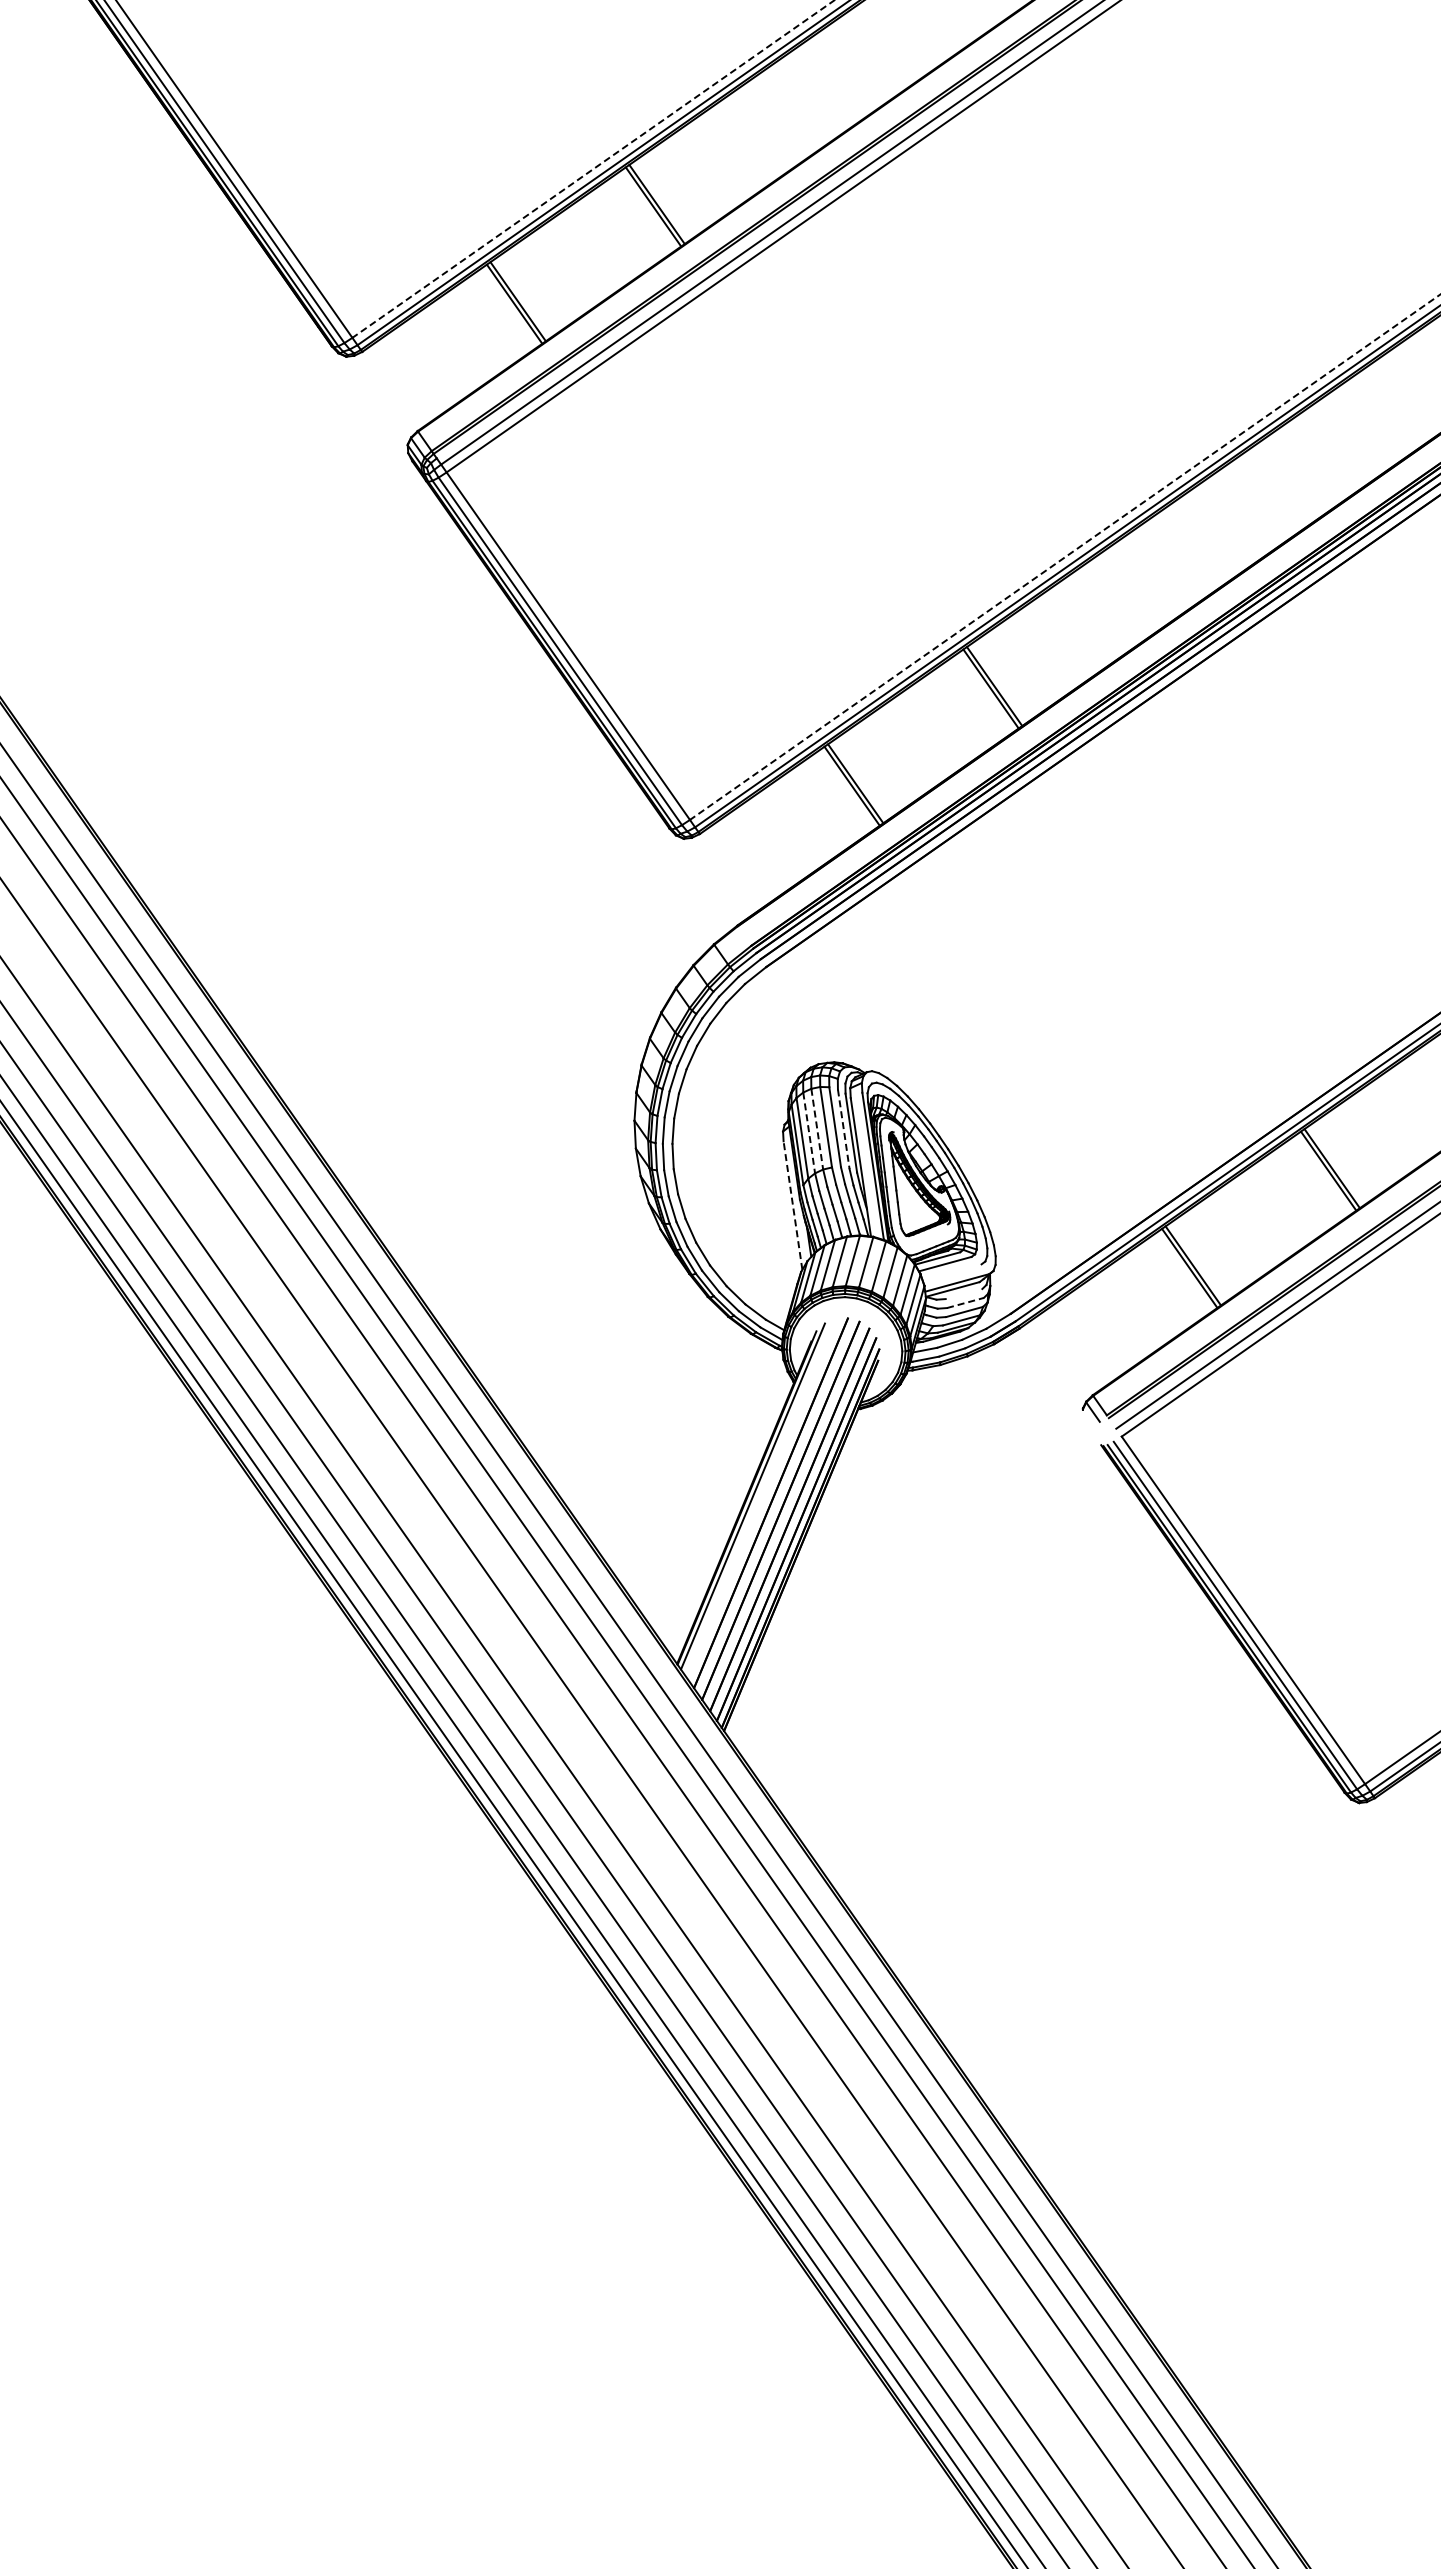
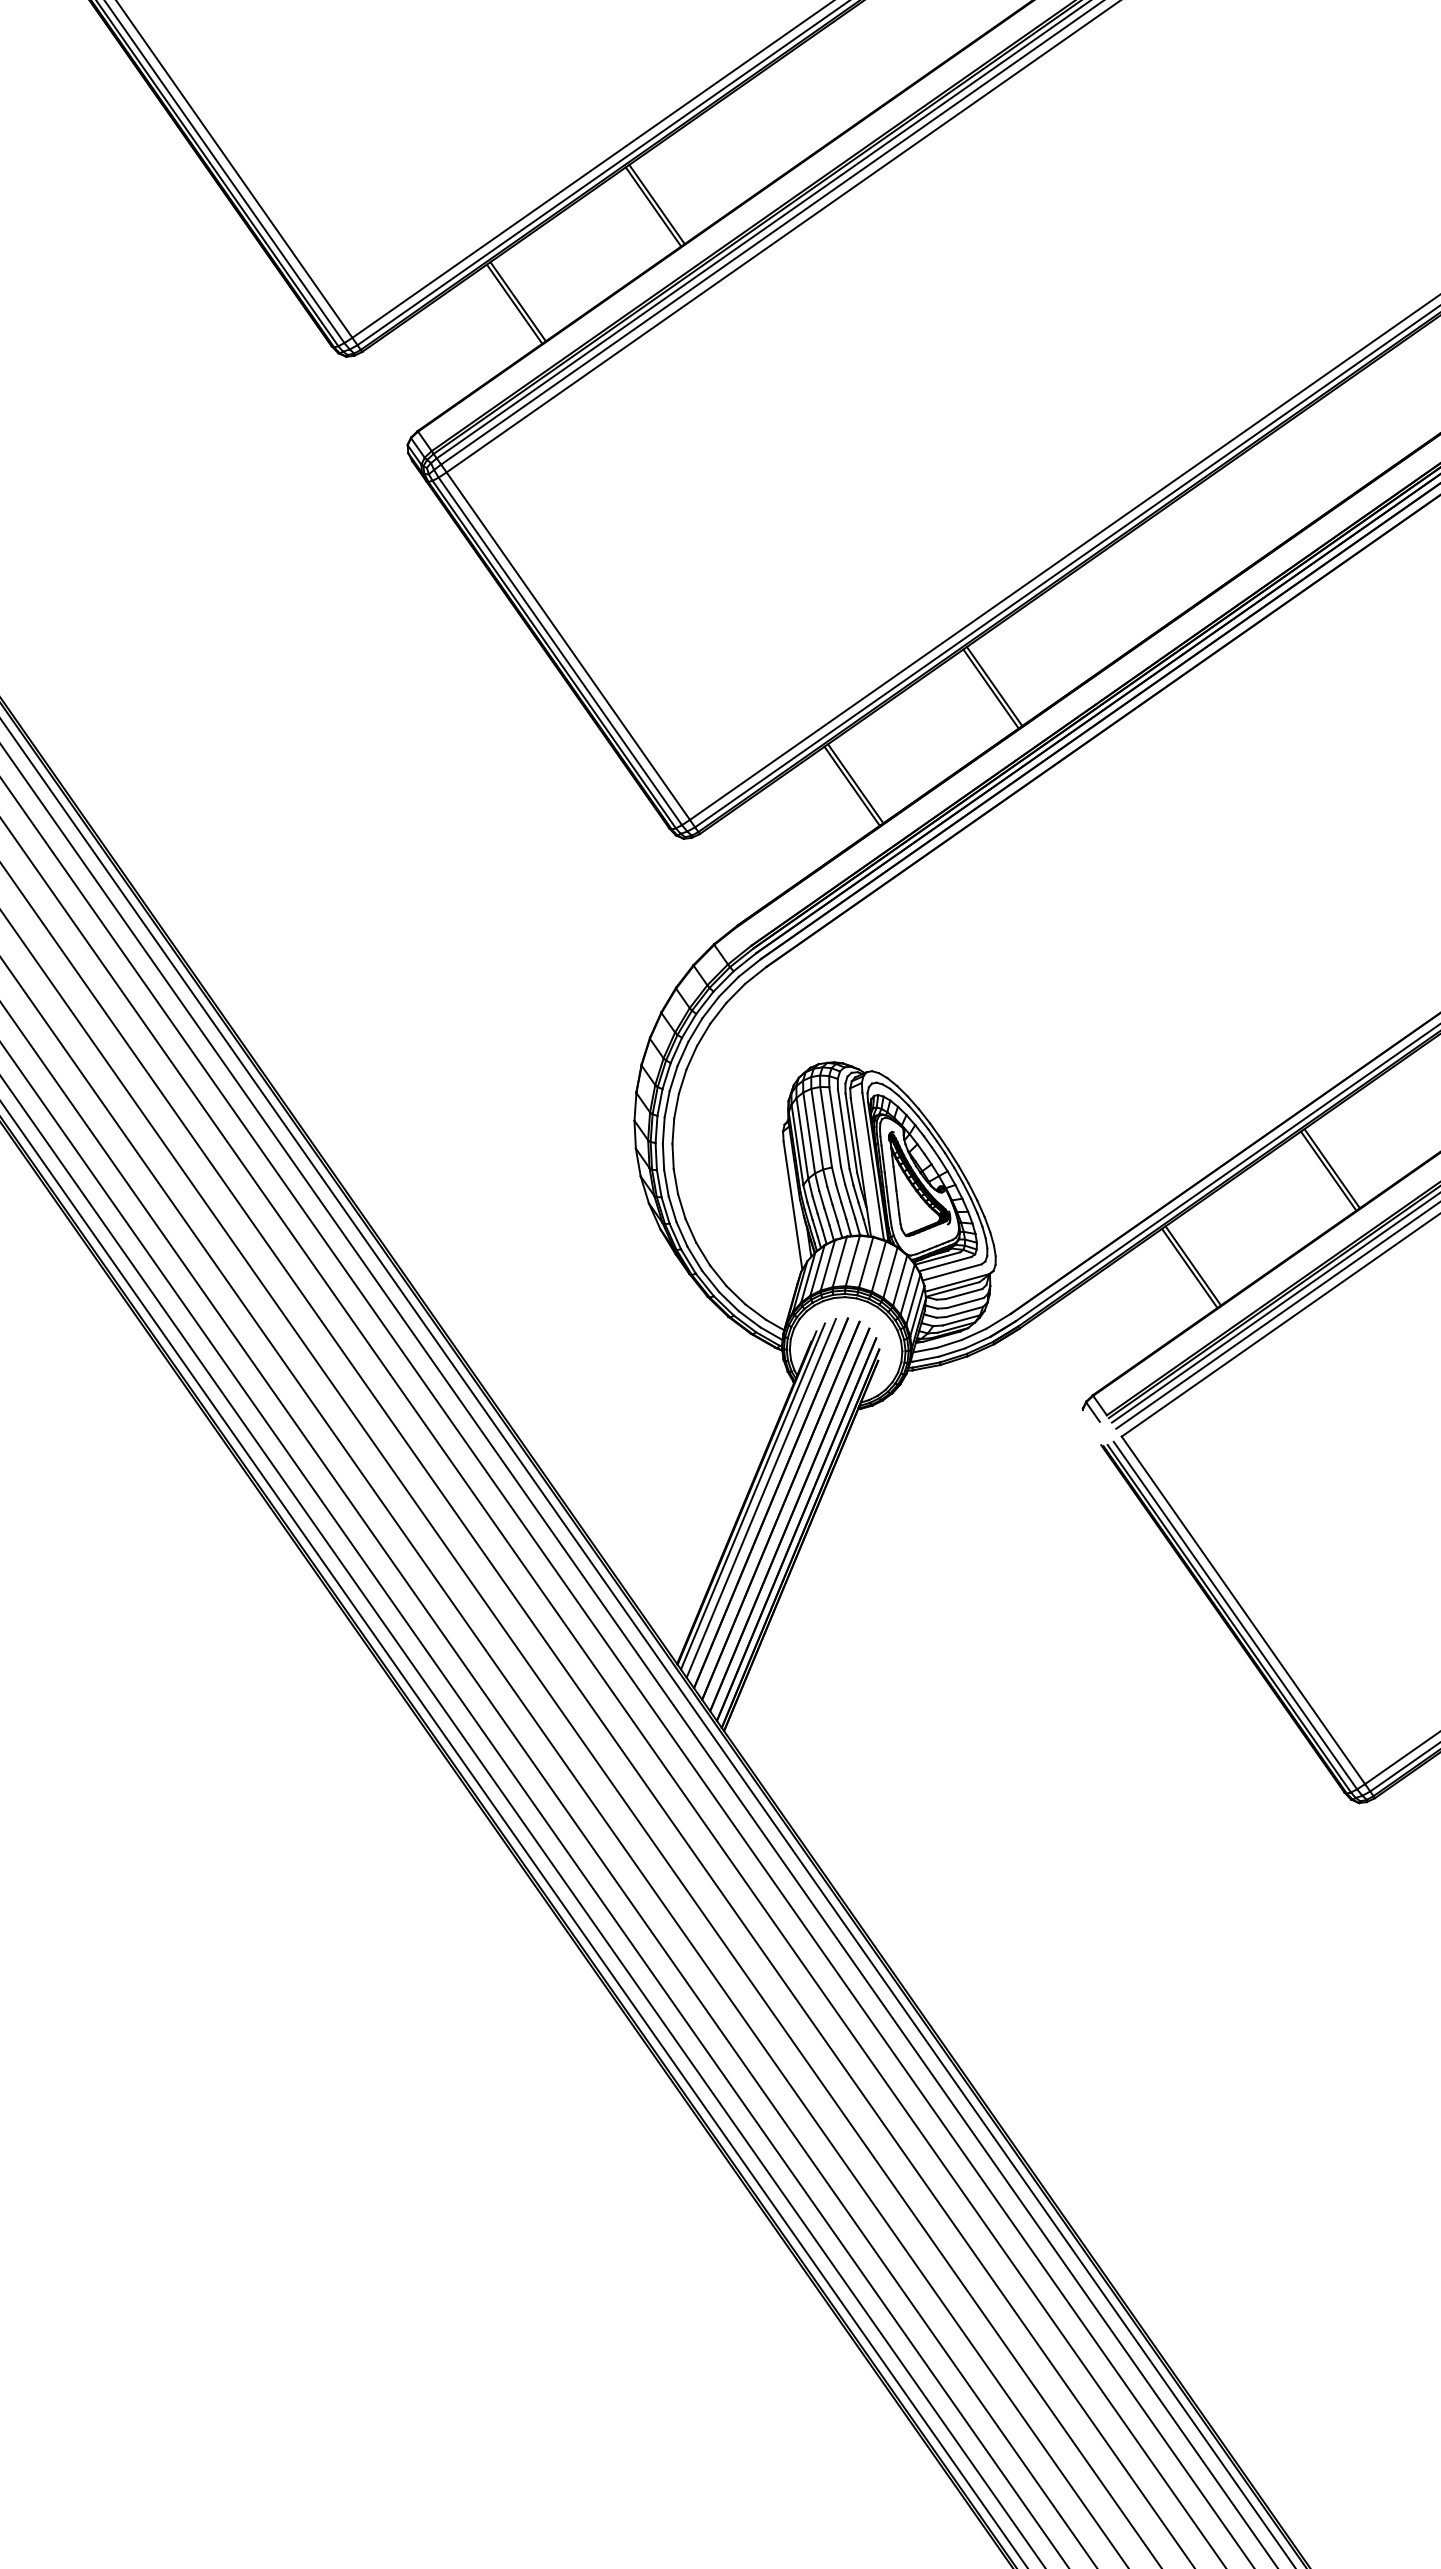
line at (593, 169): dashed -> solid
line at (762, 230): none -> present
line at (1065, 557): dashed -> solid
line at (817, 1129): dashed -> solid
line at (843, 1129): dashed -> solid
line at (809, 1132): dashed -> solid
line at (792, 1205): dashed -> solid
line at (951, 1272): none -> present
line at (963, 1294): none -> present
line at (965, 1302): dashed -> solid
line at (1274, 1308): none -> present
line at (760, 1498): none -> present
line at (647, 1642): none -> present
line at (597, 1715): none -> present
line at (592, 1722) position: (592, 1722) -> (580, 1738)
